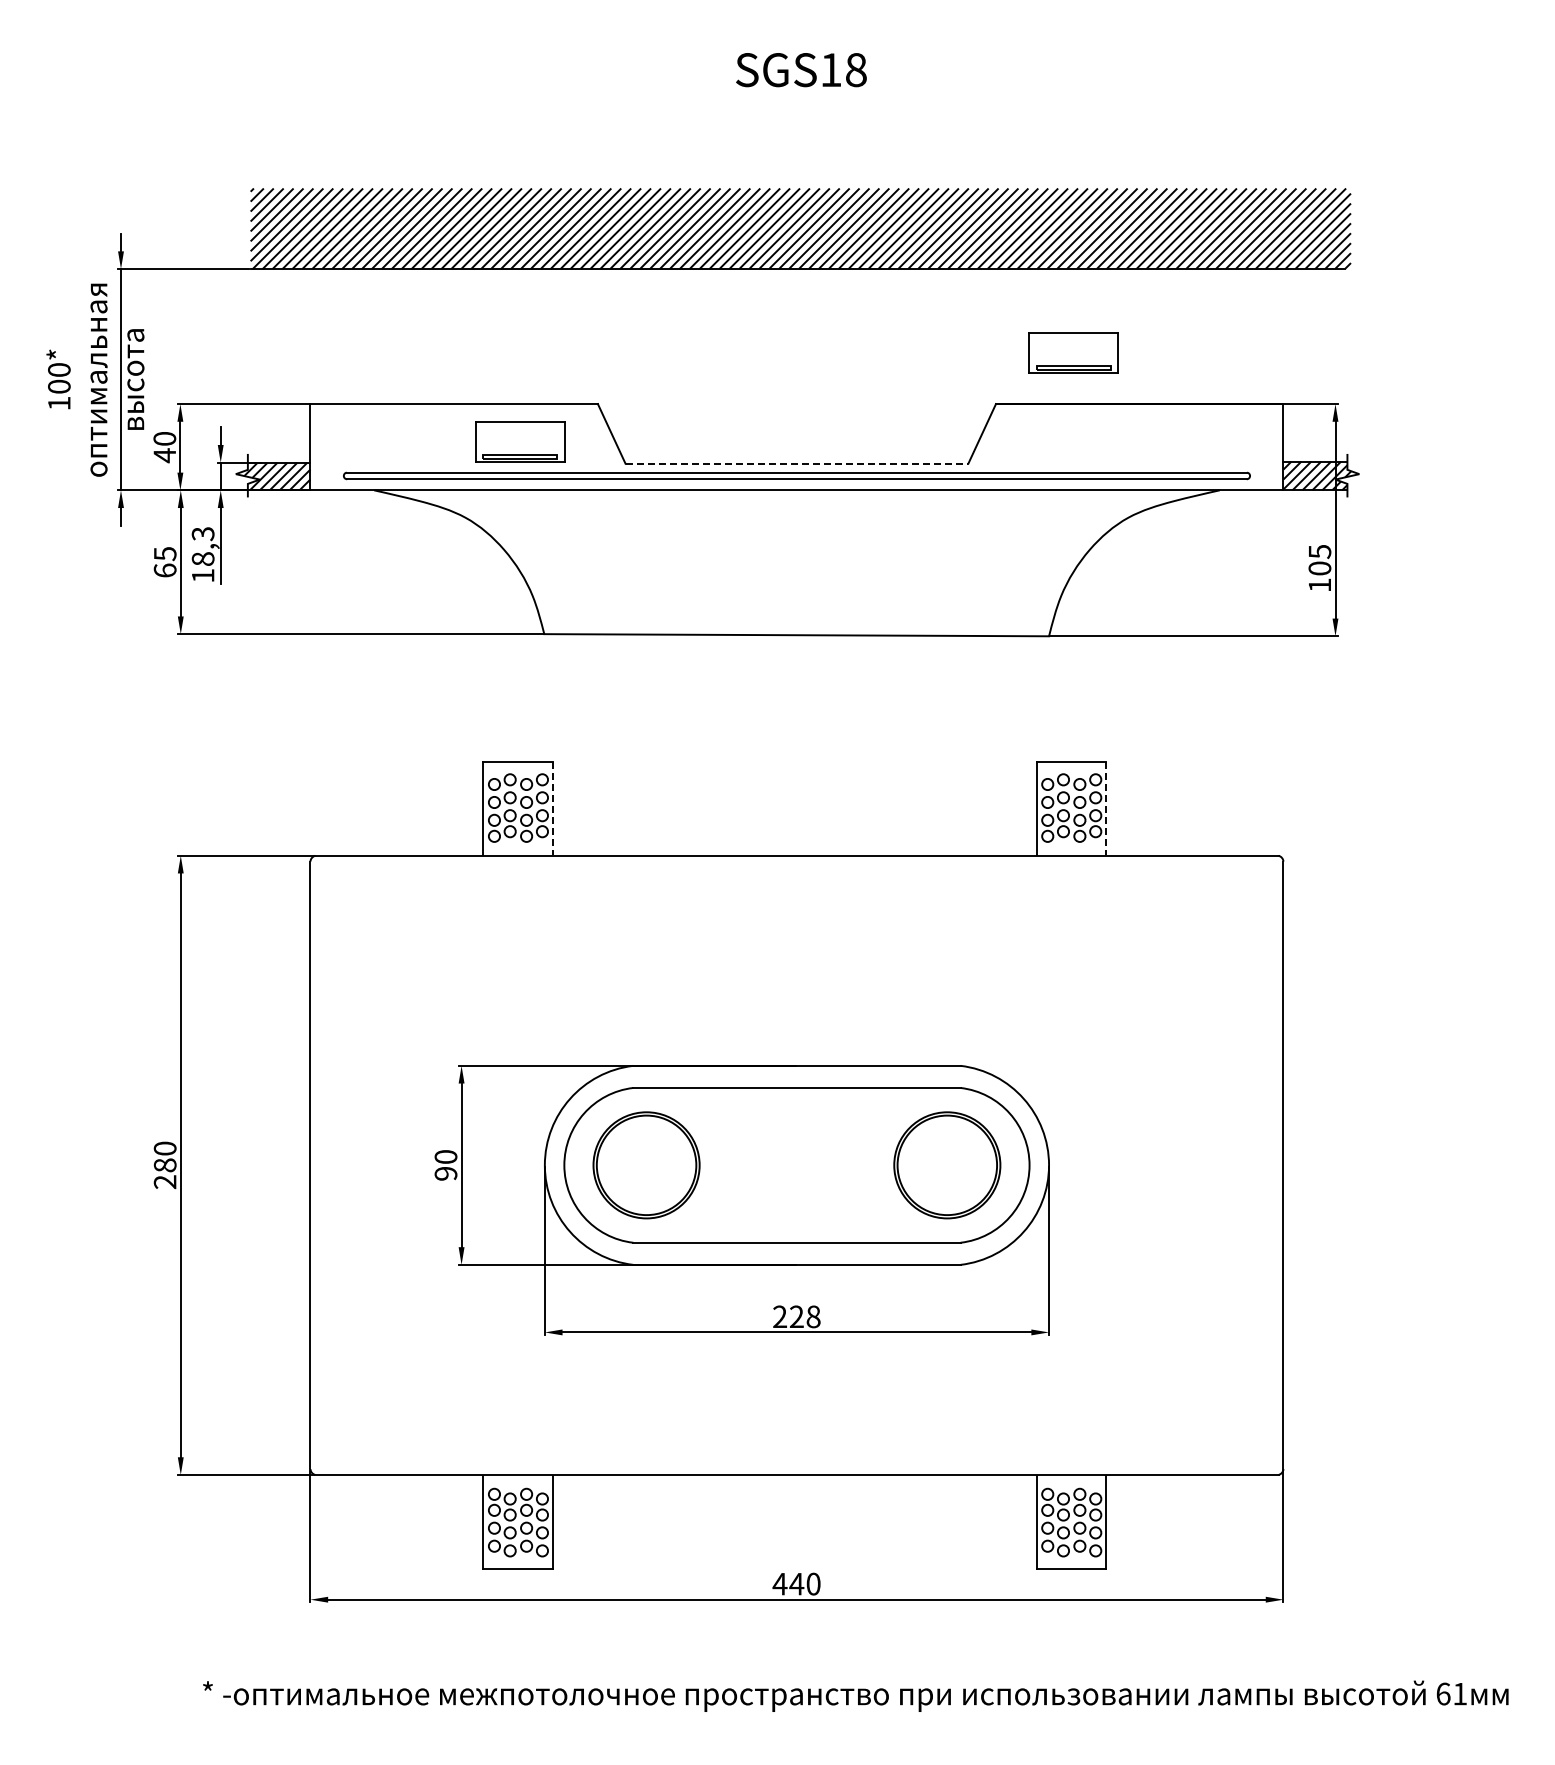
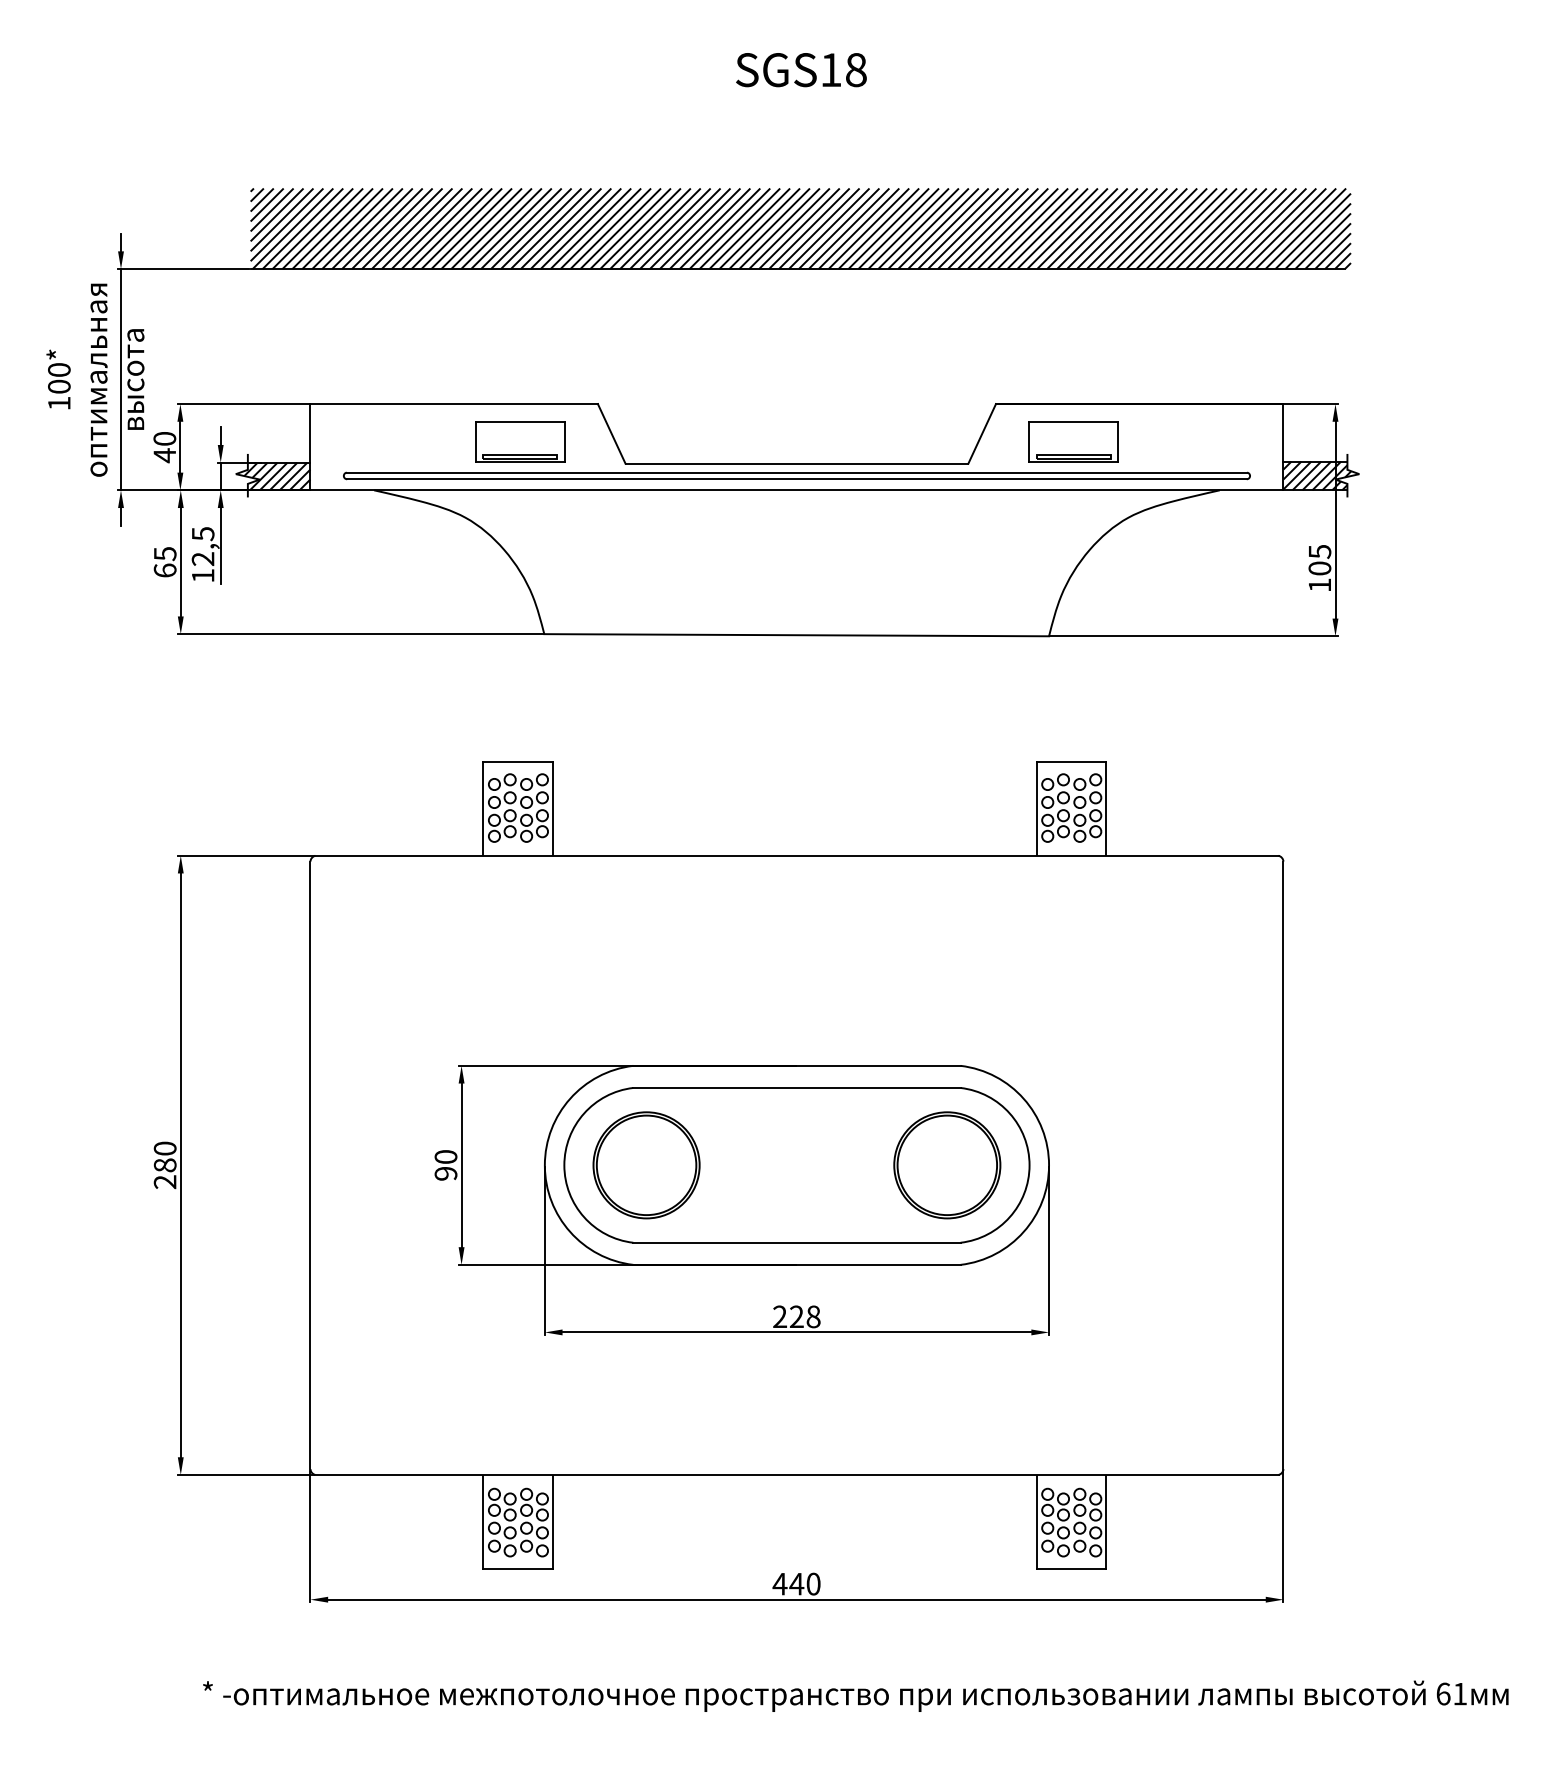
part at (1073, 352) position: (1073, 352) -> (1073, 441)
line at (797, 463): dashed -> solid
text at (202, 546): 18,3 -> 12,5
line at (553, 809): dashed -> solid
line at (1106, 809): dashed -> solid
